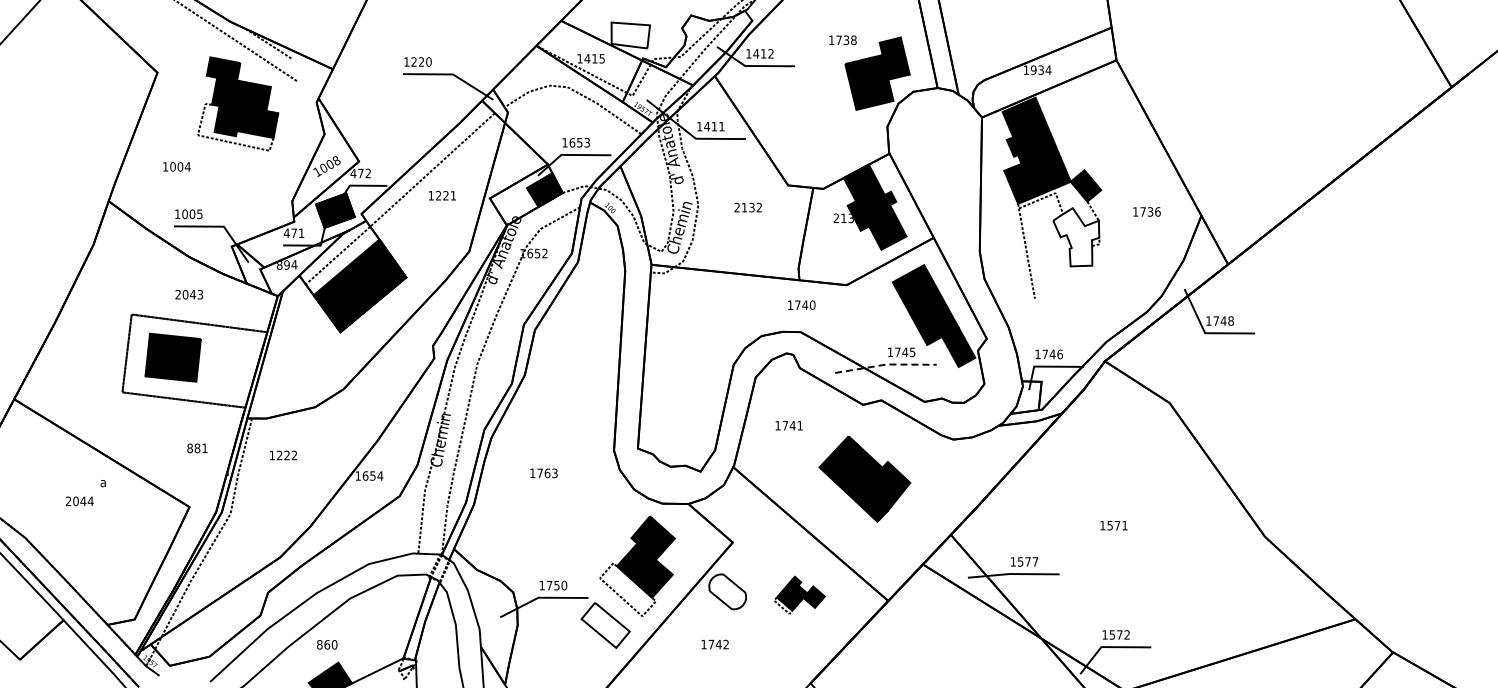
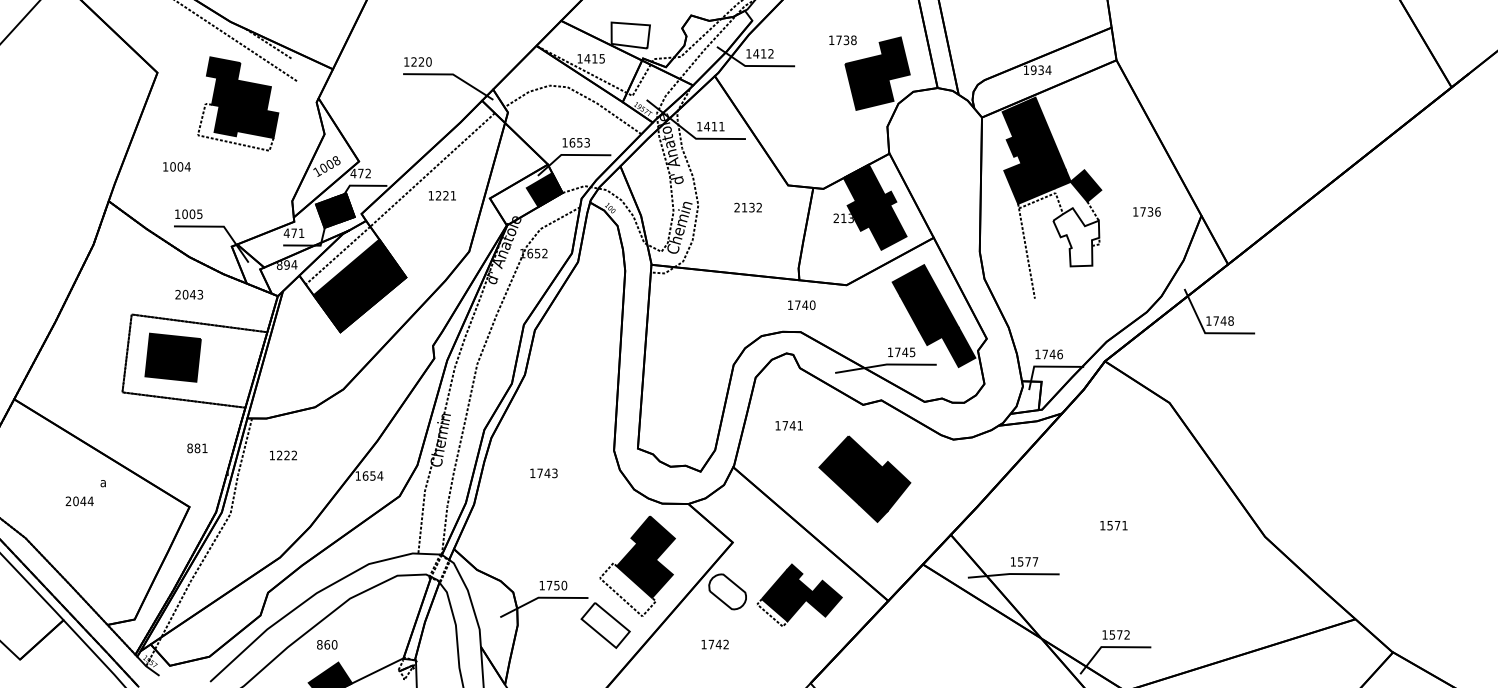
line at (885, 364): dashed -> solid
text at (547, 473): 1763 -> 1743
part at (799, 594) size: 52x40 px -> 87x64 px
